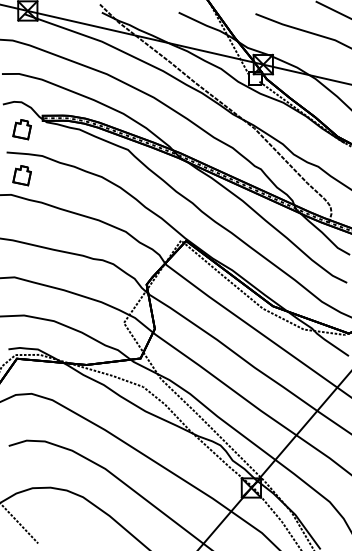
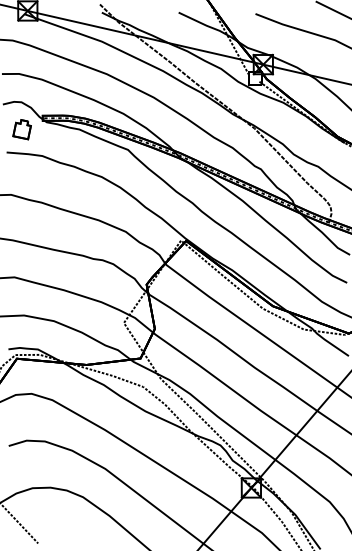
part at (21, 175): present -> none
